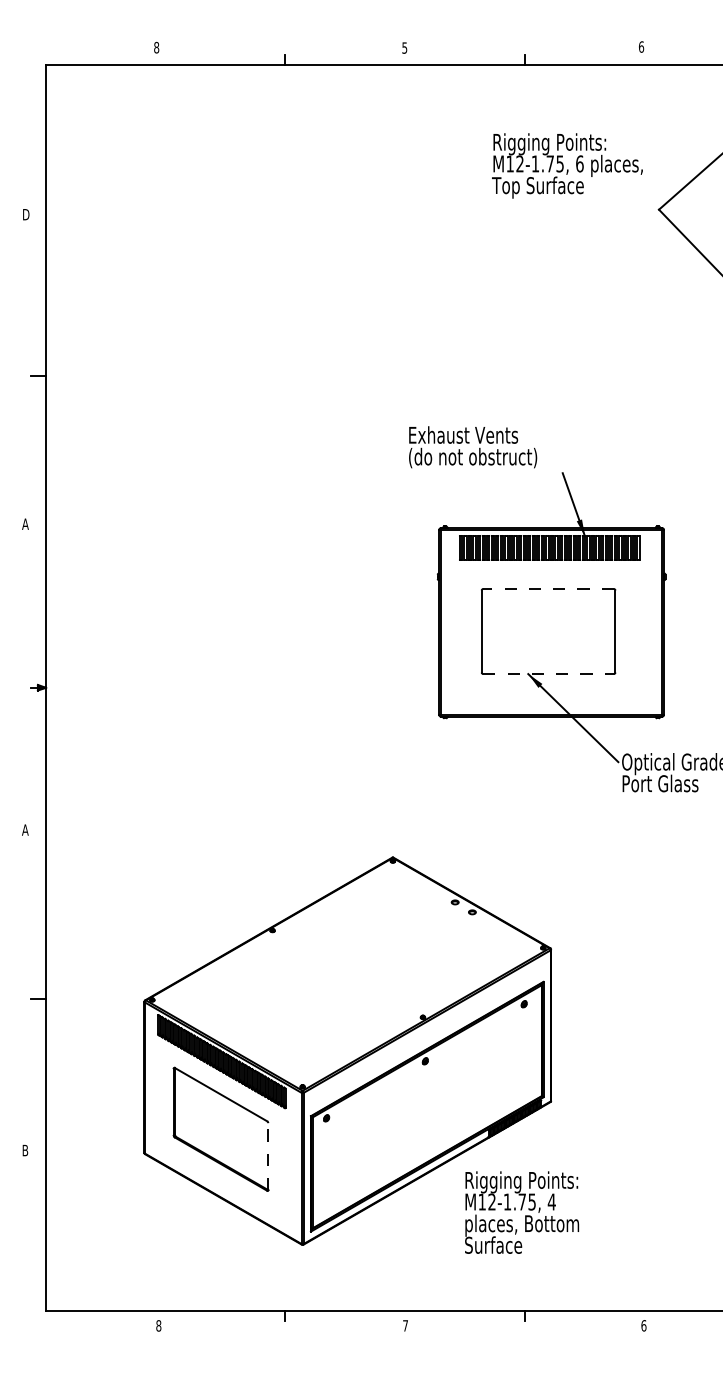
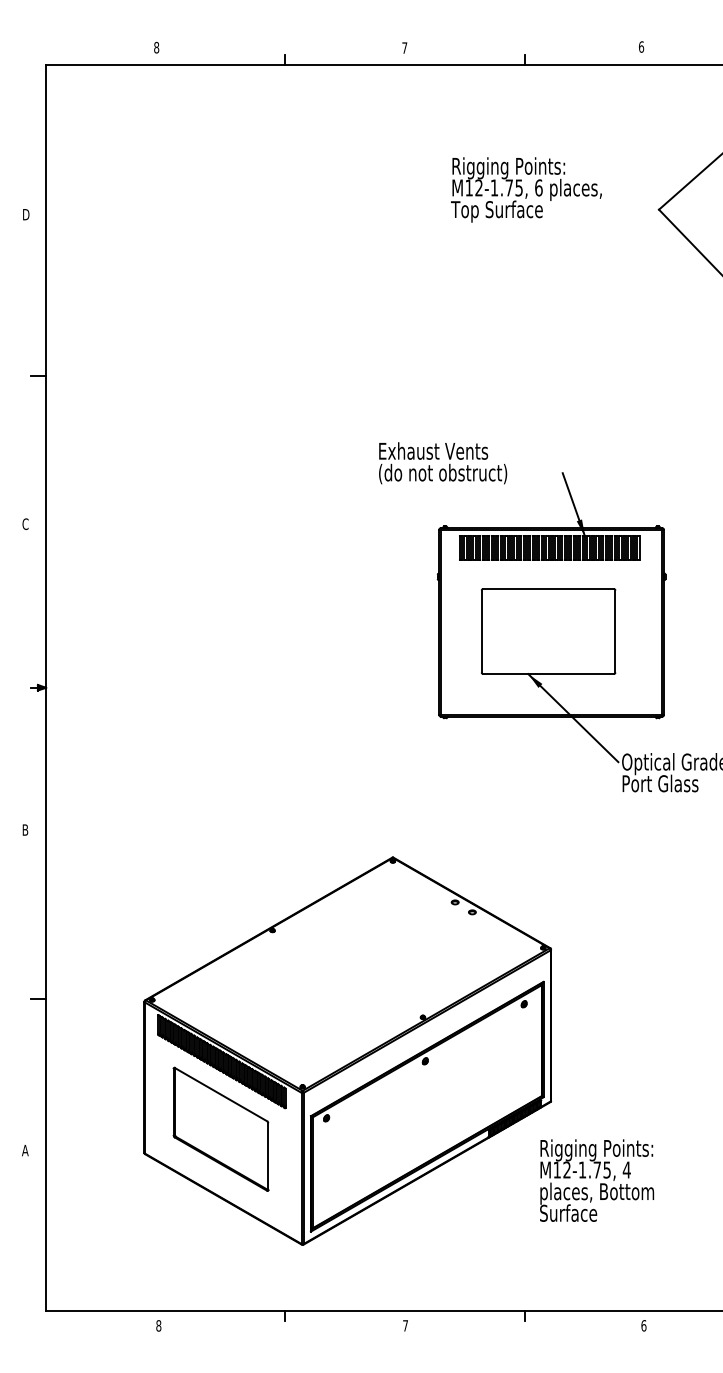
text at (404, 47): 5 -> 7
text at (567, 165) position: (567, 165) -> (526, 189)
text at (473, 447) position: (473, 447) -> (443, 463)
text at (25, 523): A -> C
line at (548, 589): dashed -> solid
line at (549, 674): dashed -> solid
text at (25, 829): A -> B
text at (25, 1150): B -> A
line at (268, 1156): dashed -> solid
text at (522, 1212) position: (522, 1212) -> (597, 1180)
